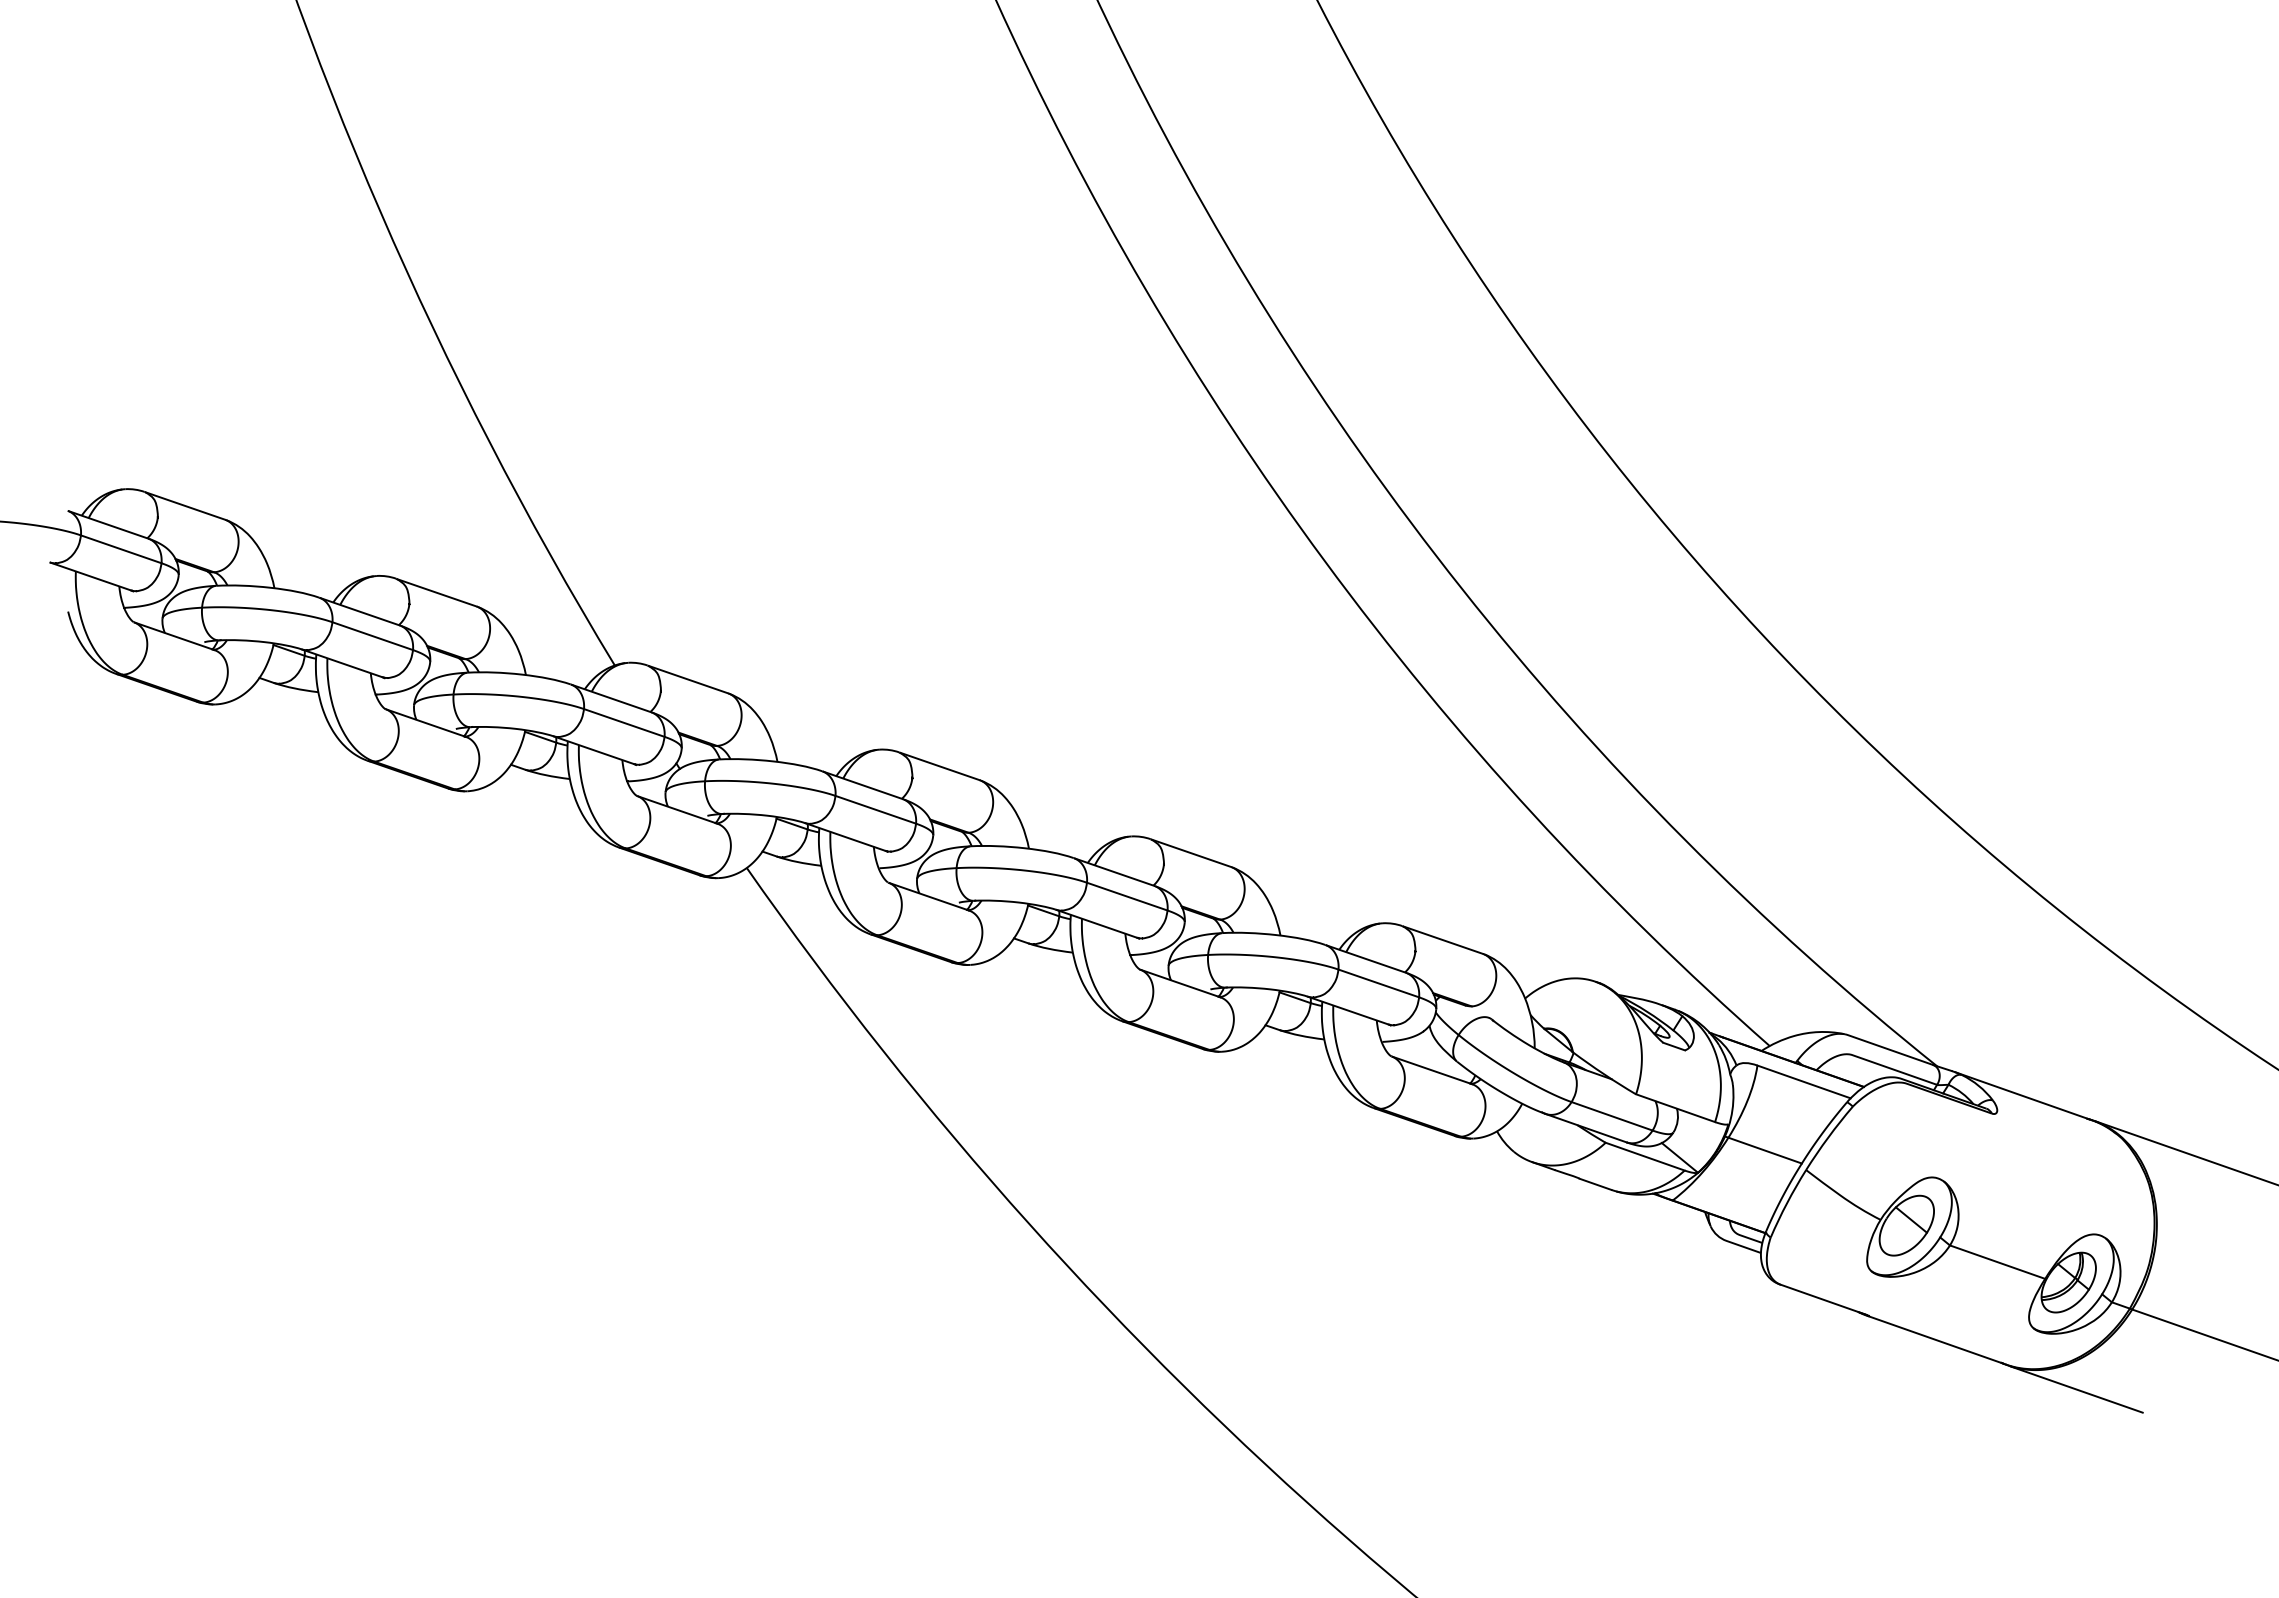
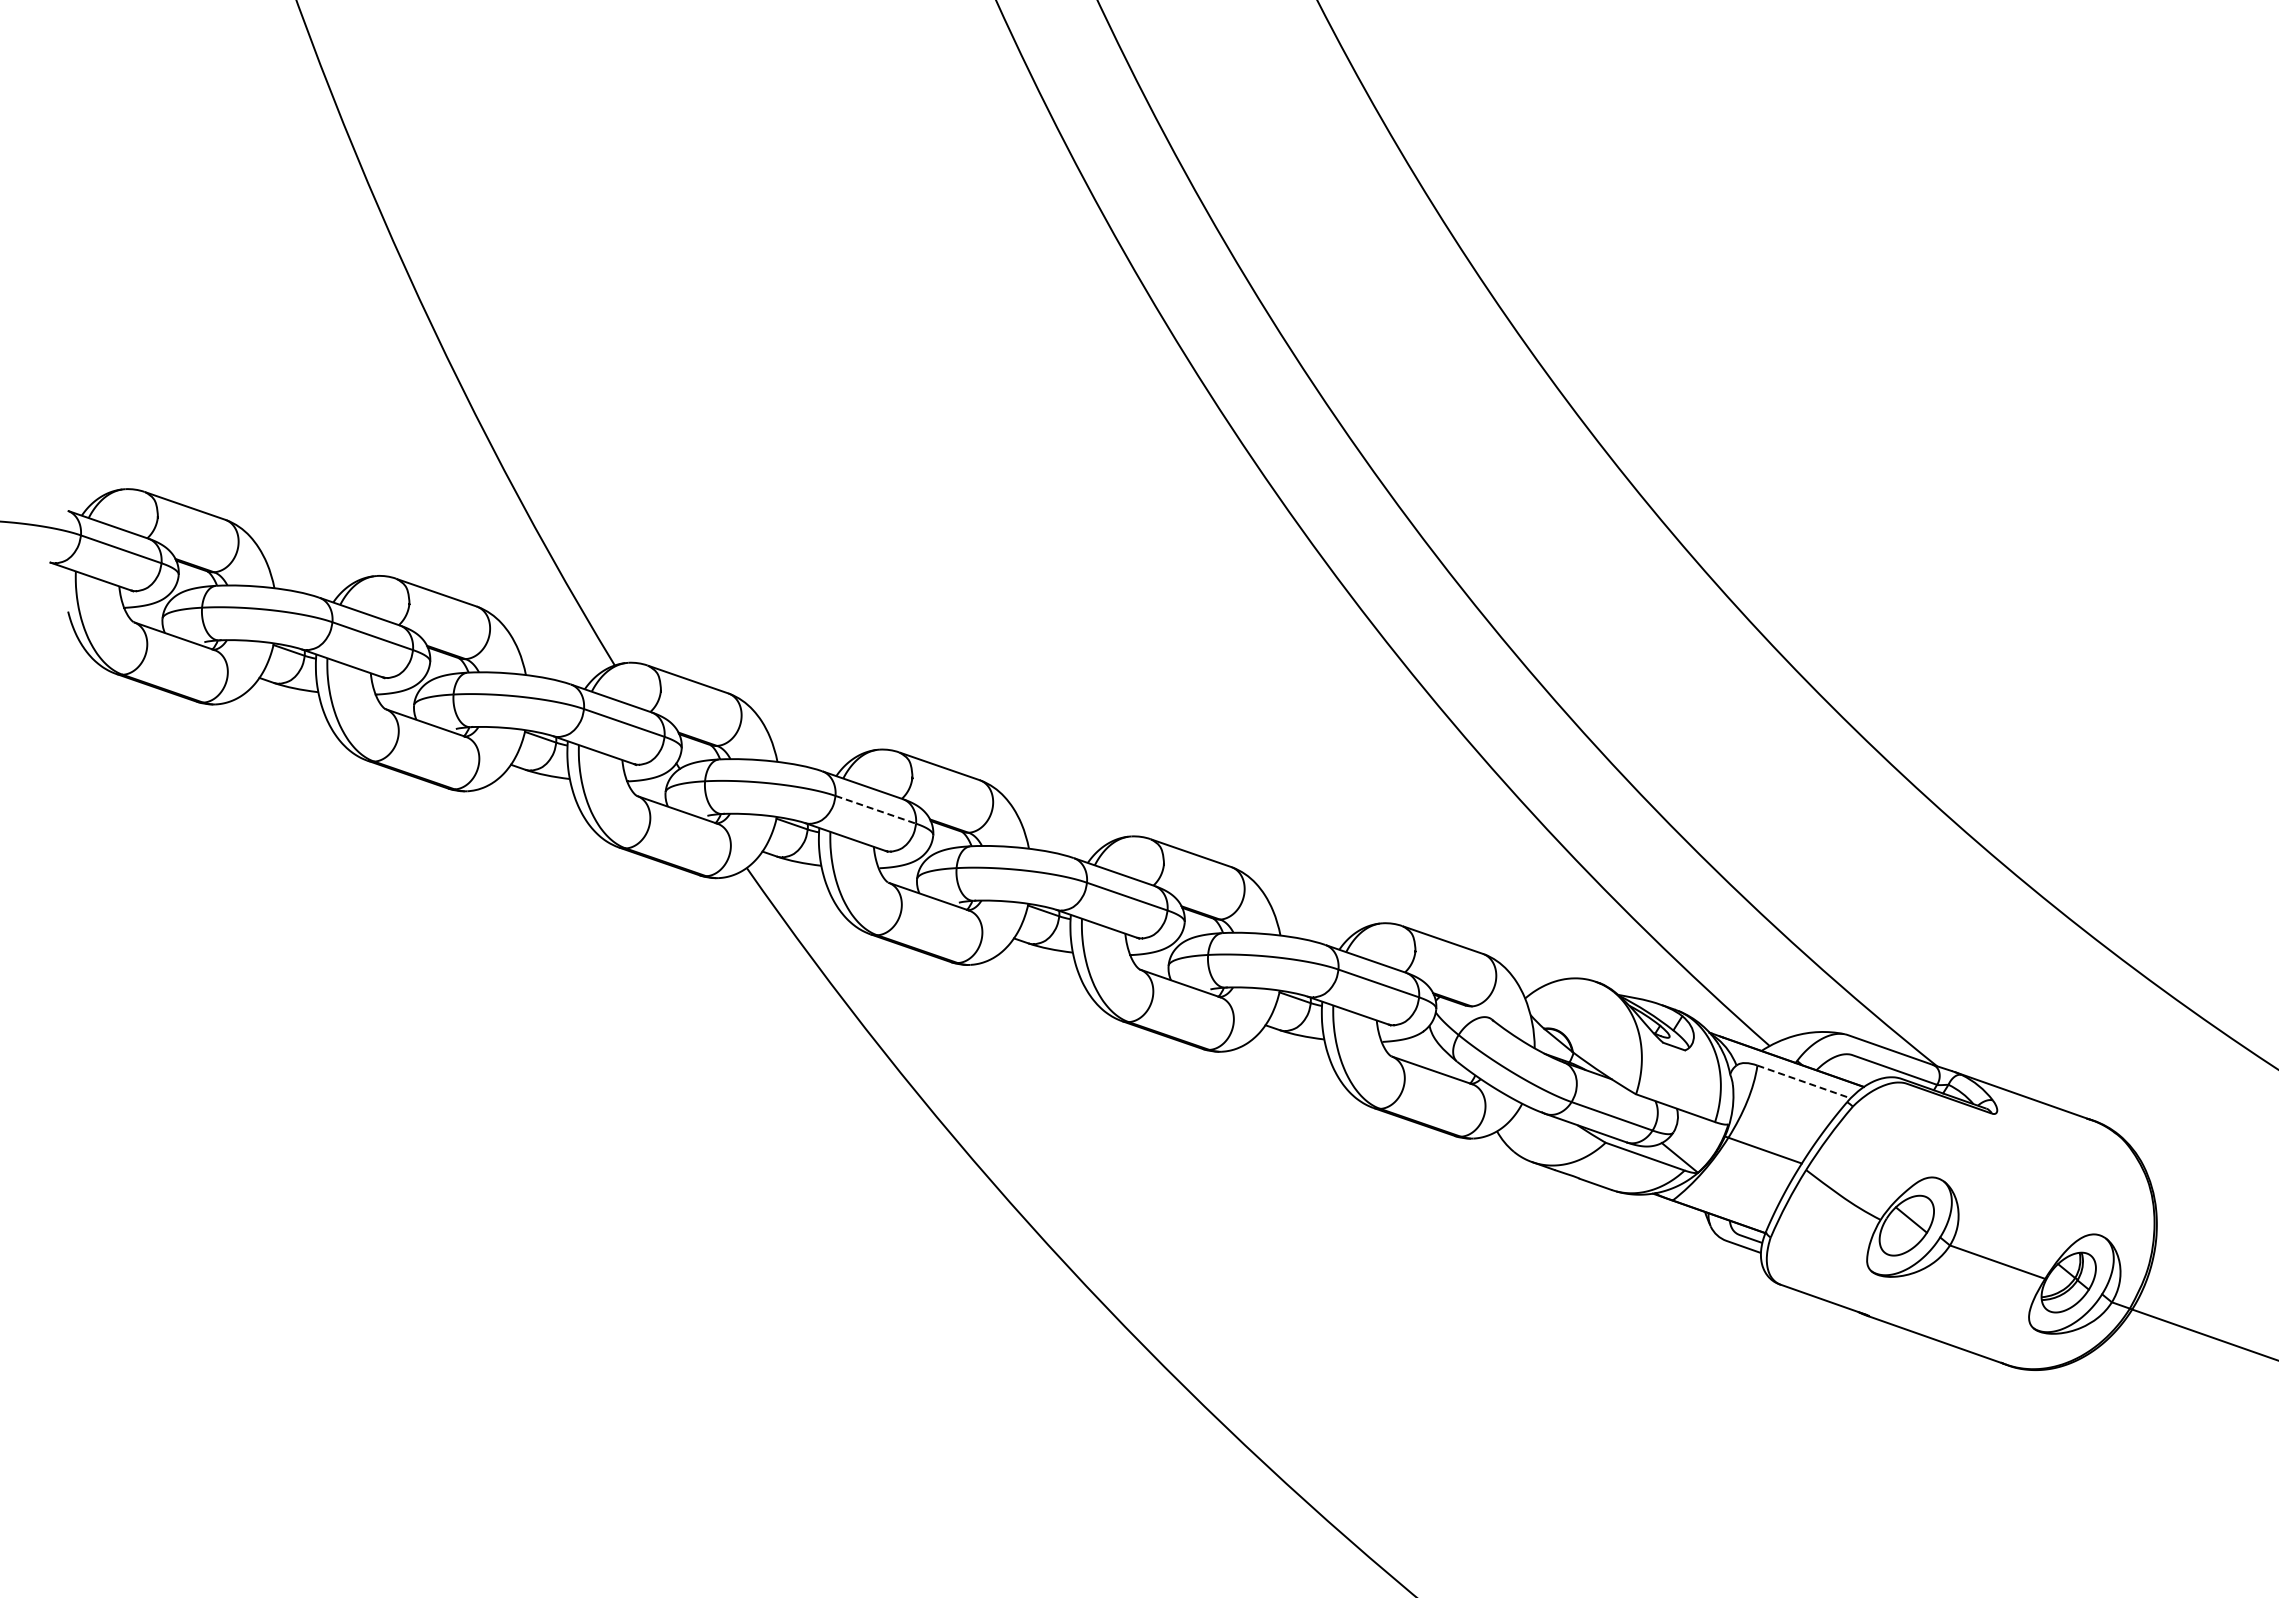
line at (875, 809): solid -> dashed
line at (1804, 1082): solid -> dashed
line at (2185, 1152): present -> none
line at (2076, 1389): present -> none
